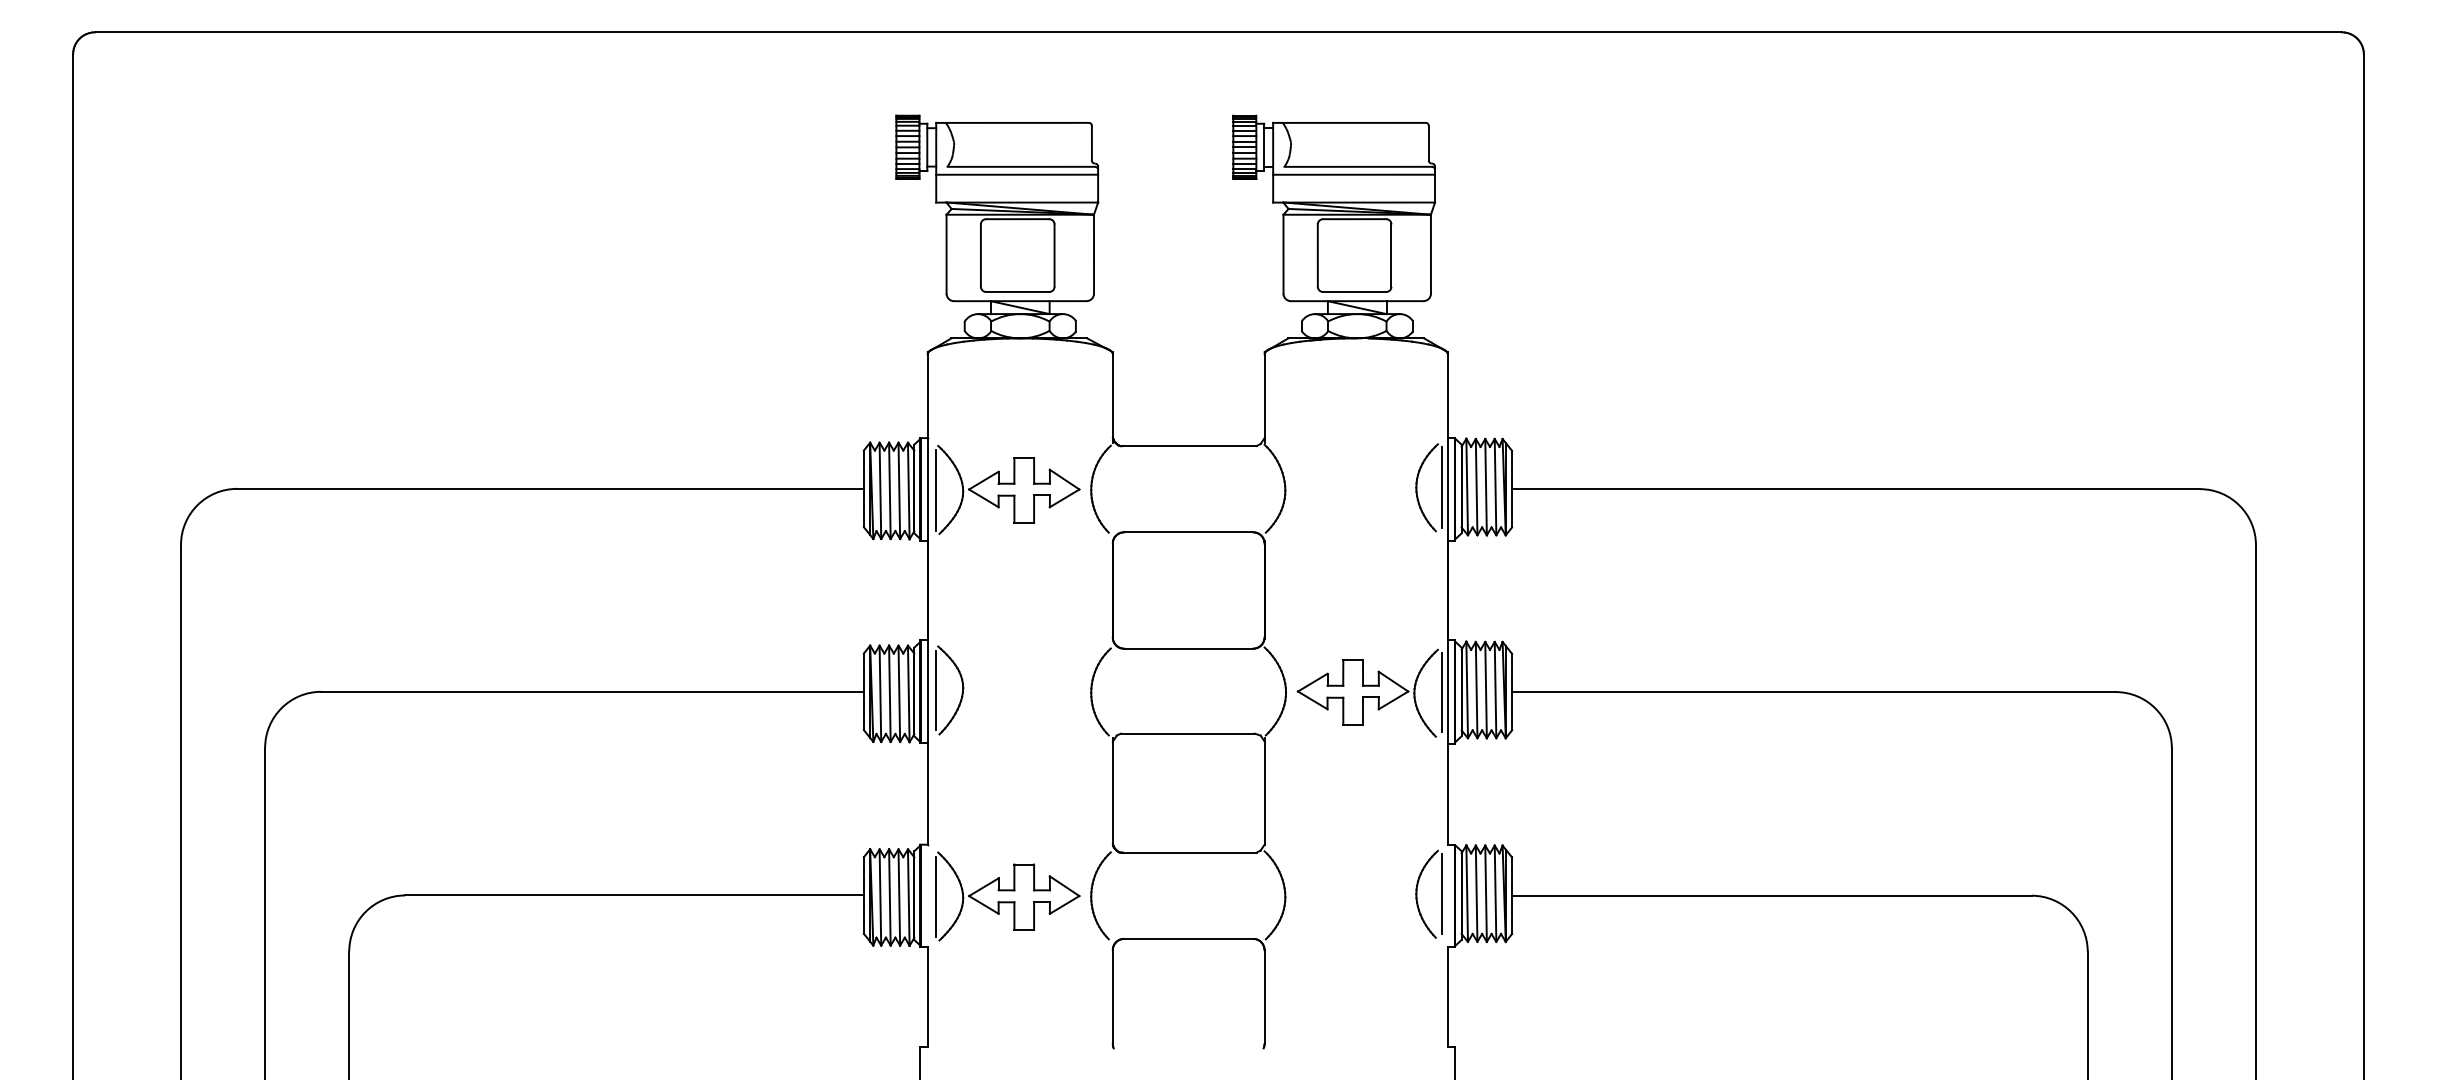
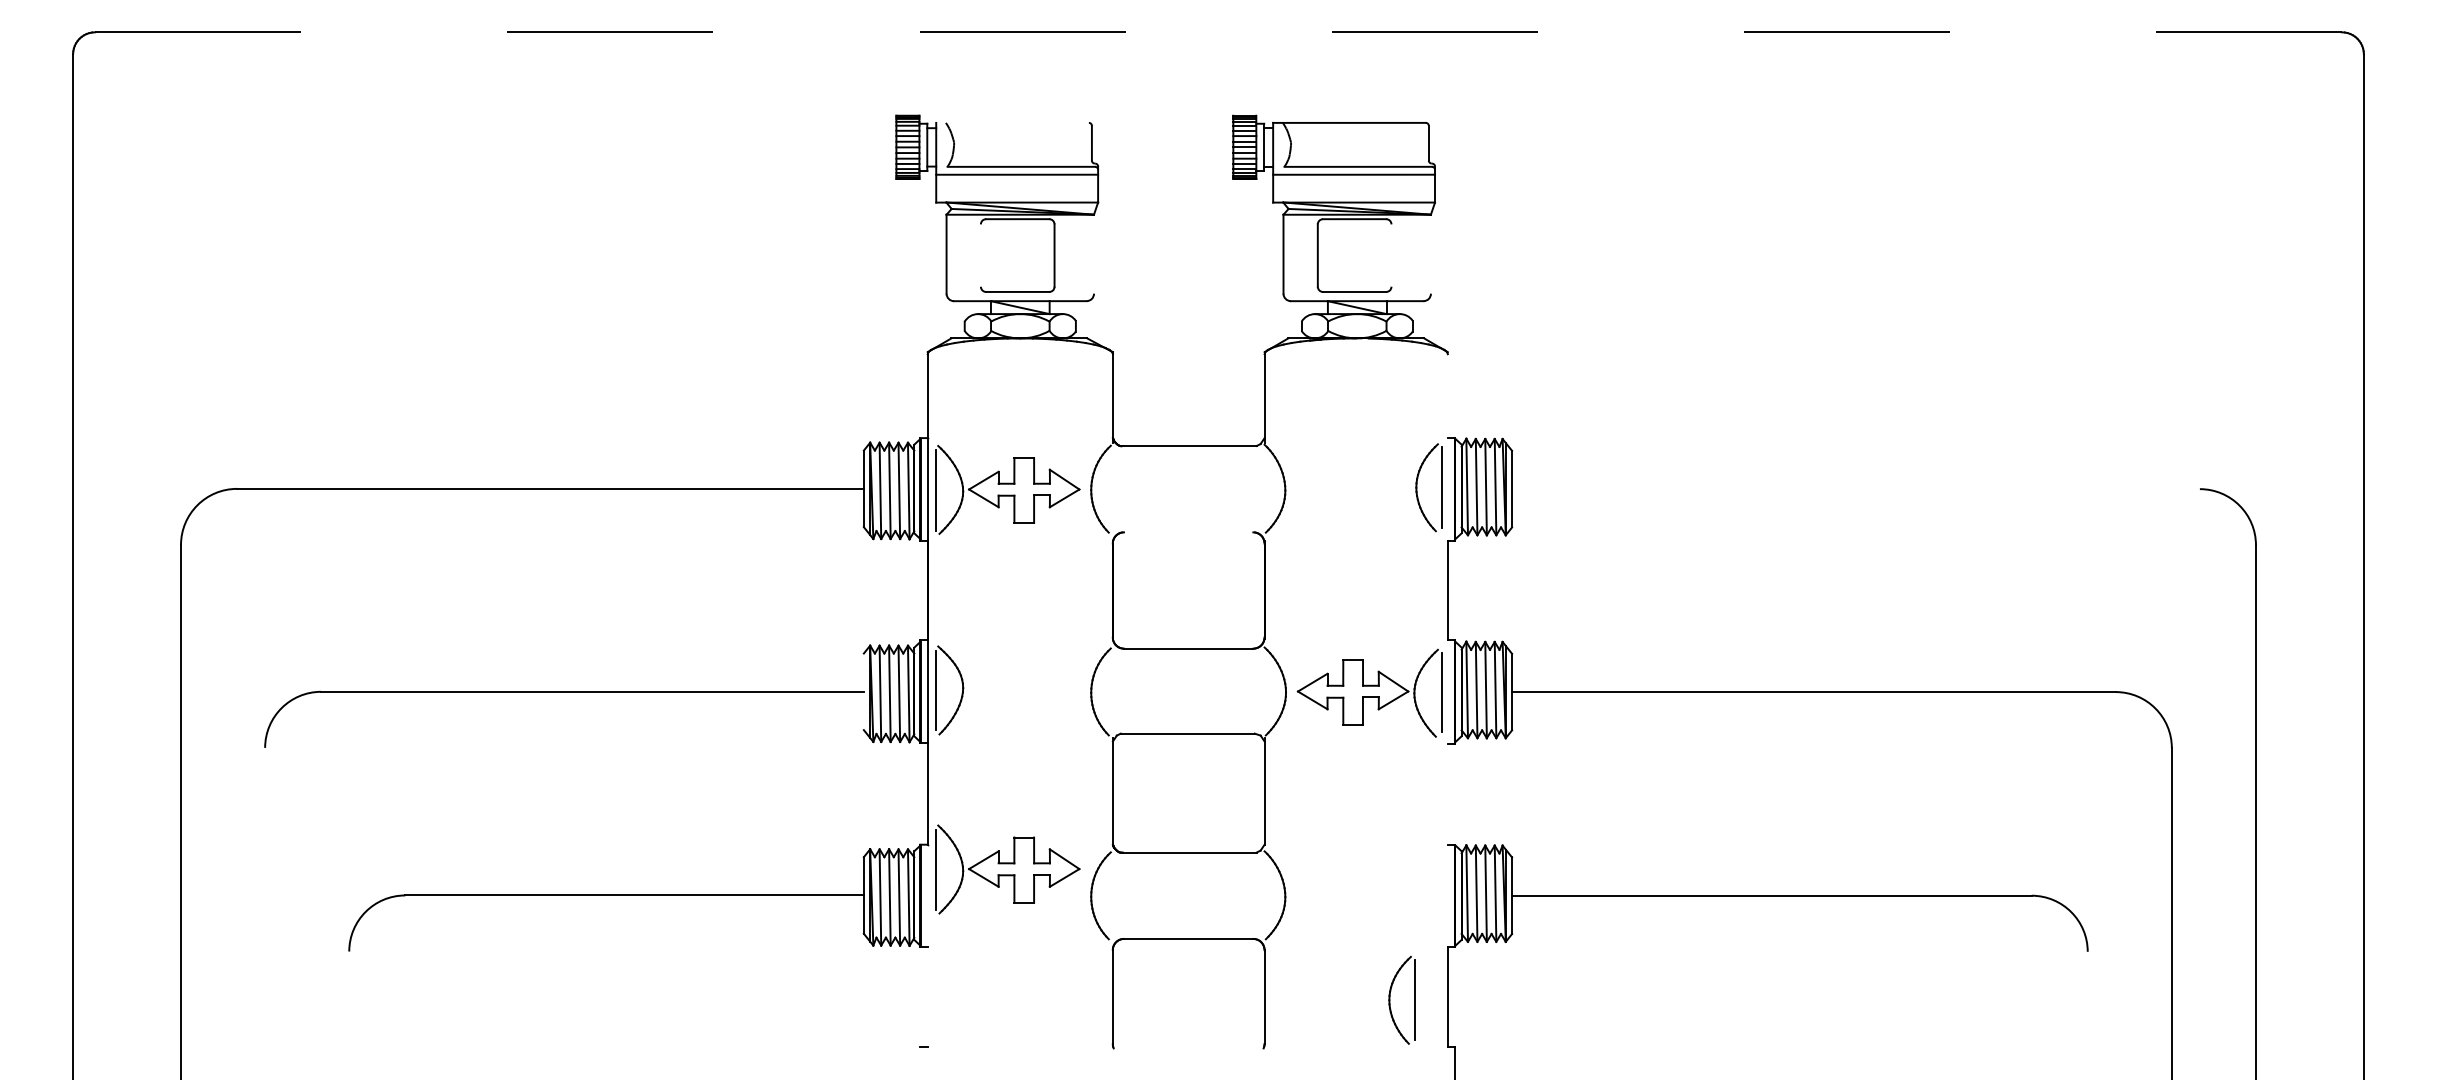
line at (1219, 32): solid -> dashed
line at (1012, 122): present -> none
line at (1094, 253): present -> none
line at (1430, 253): present -> none
line at (980, 255): present -> none
line at (1391, 255): present -> none
line at (1855, 489): present -> none
line at (1188, 532): present -> none
line at (1447, 598): present -> none
line at (863, 691): present -> none
part at (1417, 893) position: (1417, 893) -> (1390, 999)
part at (1007, 896) position: (1007, 896) -> (1007, 869)
line at (265, 911): present -> none
line at (927, 996): present -> none
line at (349, 1013): present -> none
line at (2087, 1013): present -> none
line at (920, 1061): present -> none
